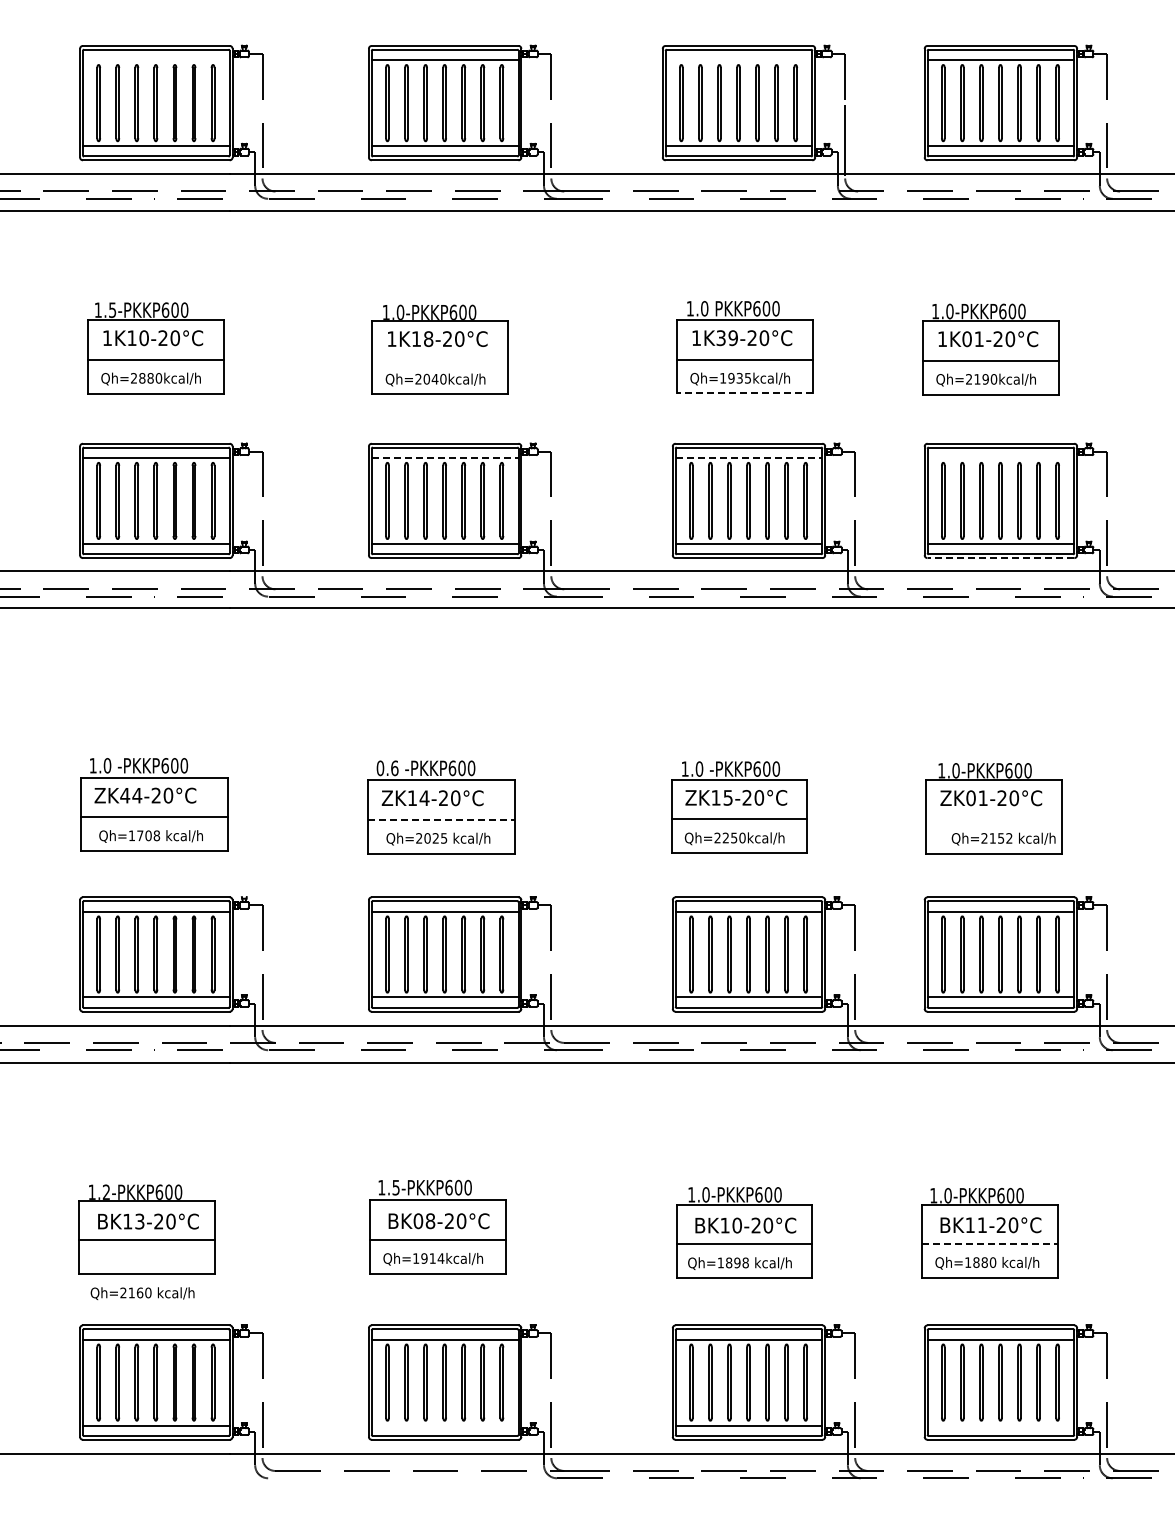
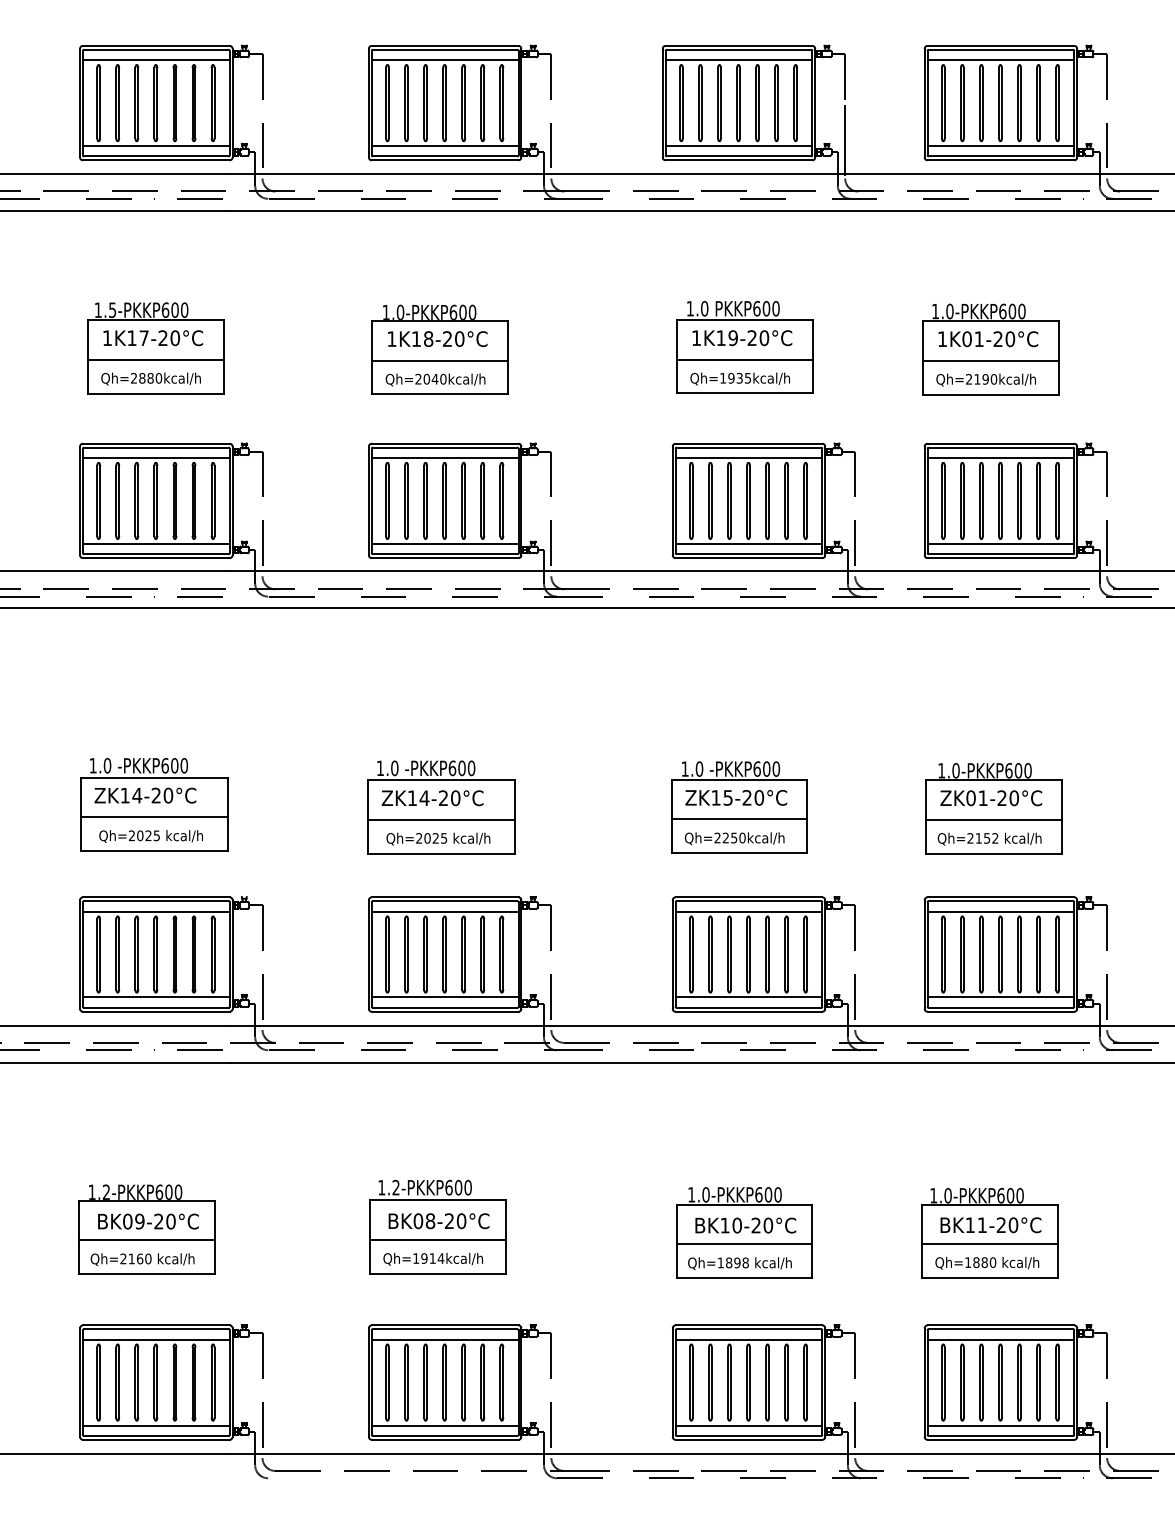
line at (155, 60): none -> present
line at (738, 60): none -> present
text at (143, 338): 1K10-20°C -> 1K17-20°C
text at (720, 338): 1K39-20°C -> 1K19-20°C
line at (440, 360): none -> present
line at (744, 393): dashed -> solid
line at (445, 458): dashed -> solid
line at (749, 458): dashed -> solid
line at (1000, 458): none -> present
line at (1000, 558): dashed -> solid
text at (387, 768): 0.6 -> 1.0
text at (125, 795): ZK44-20°C -> ZK14-20°C
line at (441, 819): dashed -> solid
line at (994, 819): none -> present
text at (144, 835): Qh=1708 -> Qh=2025
text at (1003, 838) position: (1003, 838) -> (989, 838)
text at (395, 1187): 1.5-PKKP600 -> 1.2-PKKP600
text at (133, 1221): BK13-20°C -> BK09-20°C
line at (989, 1243): dashed -> solid
text at (142, 1293) position: (142, 1293) -> (142, 1259)
line at (444, 1425): none -> present
line at (1000, 1425): none -> present
